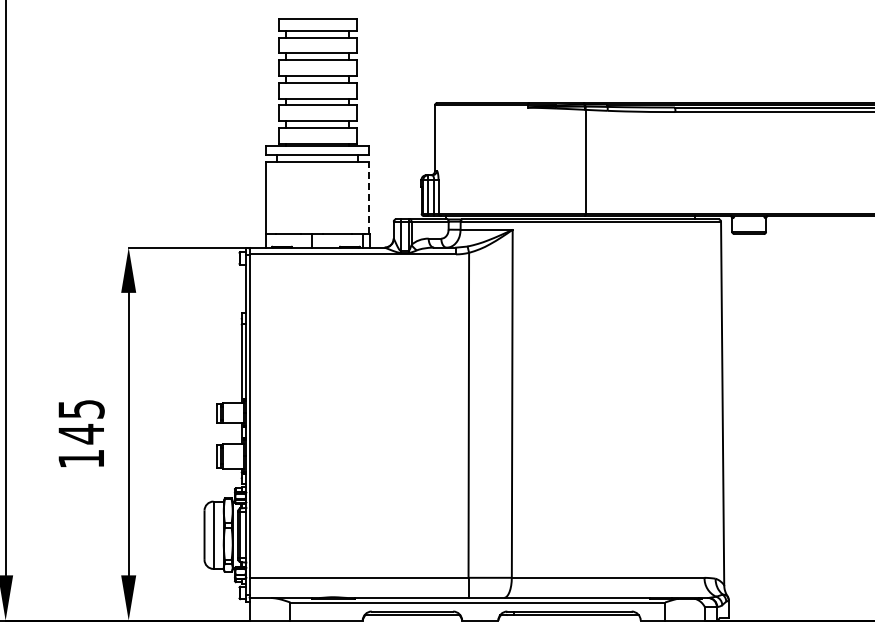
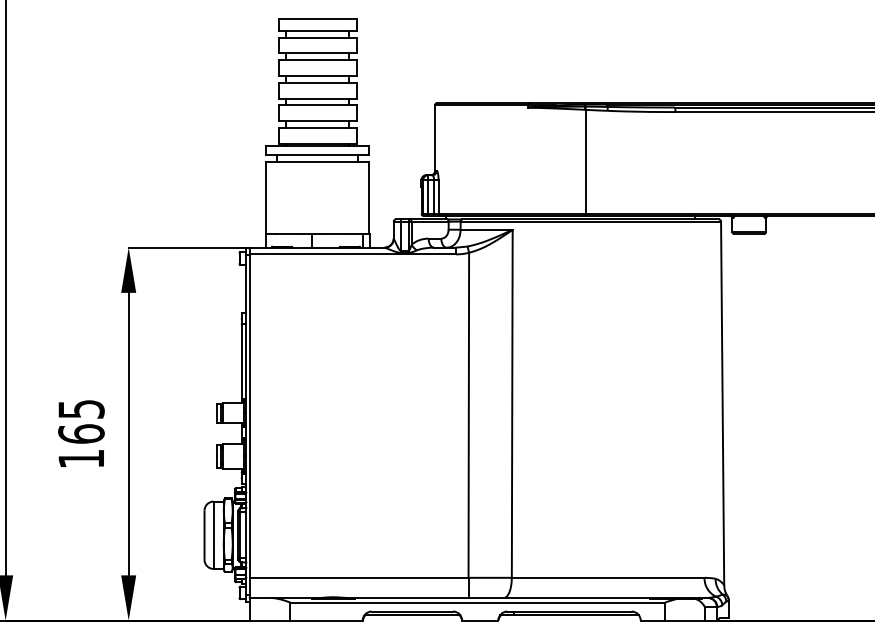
line at (369, 197): dashed -> solid
text at (81, 433): 145 -> 165
